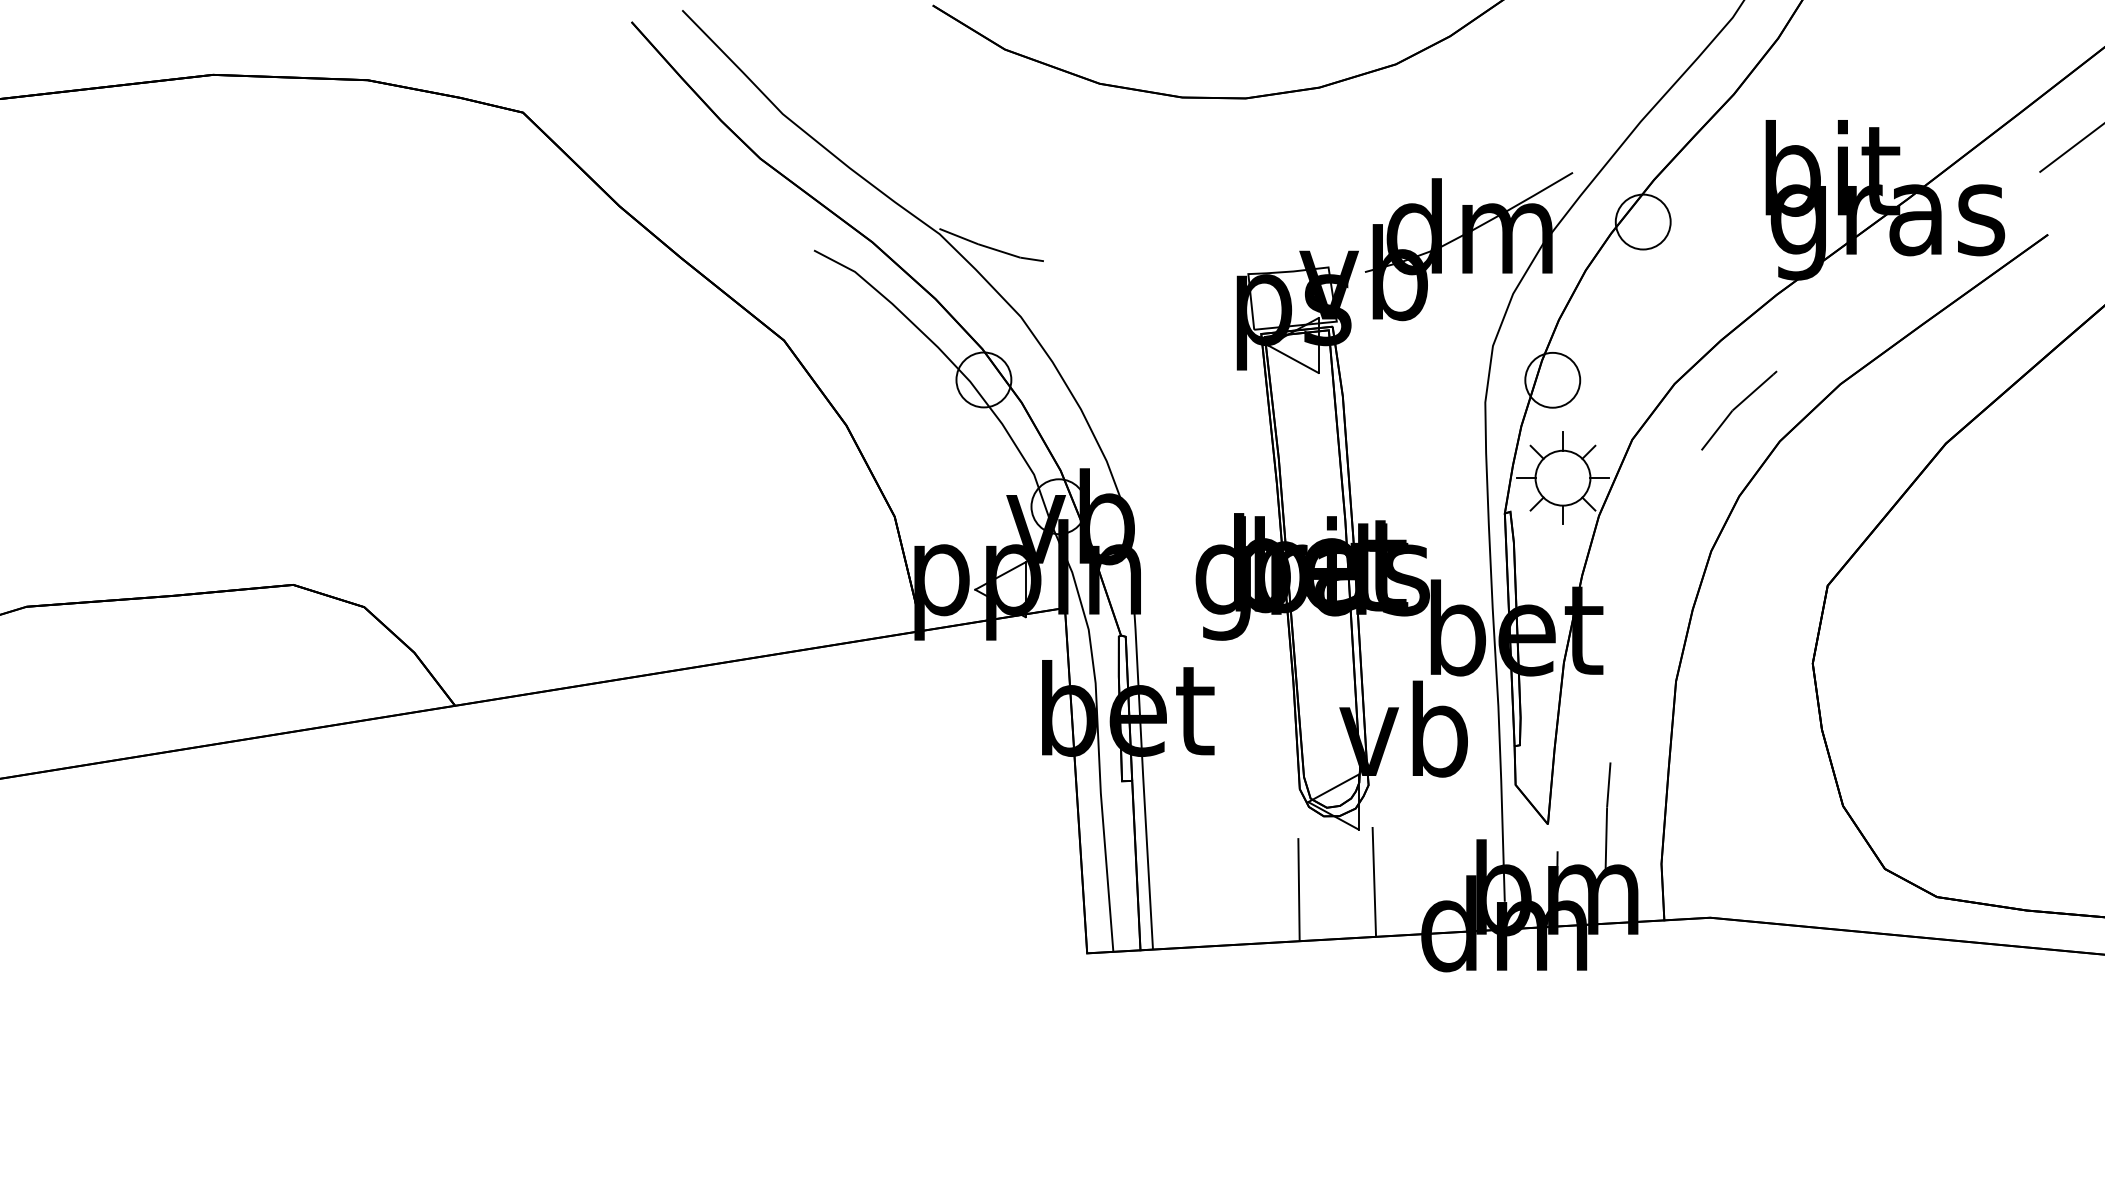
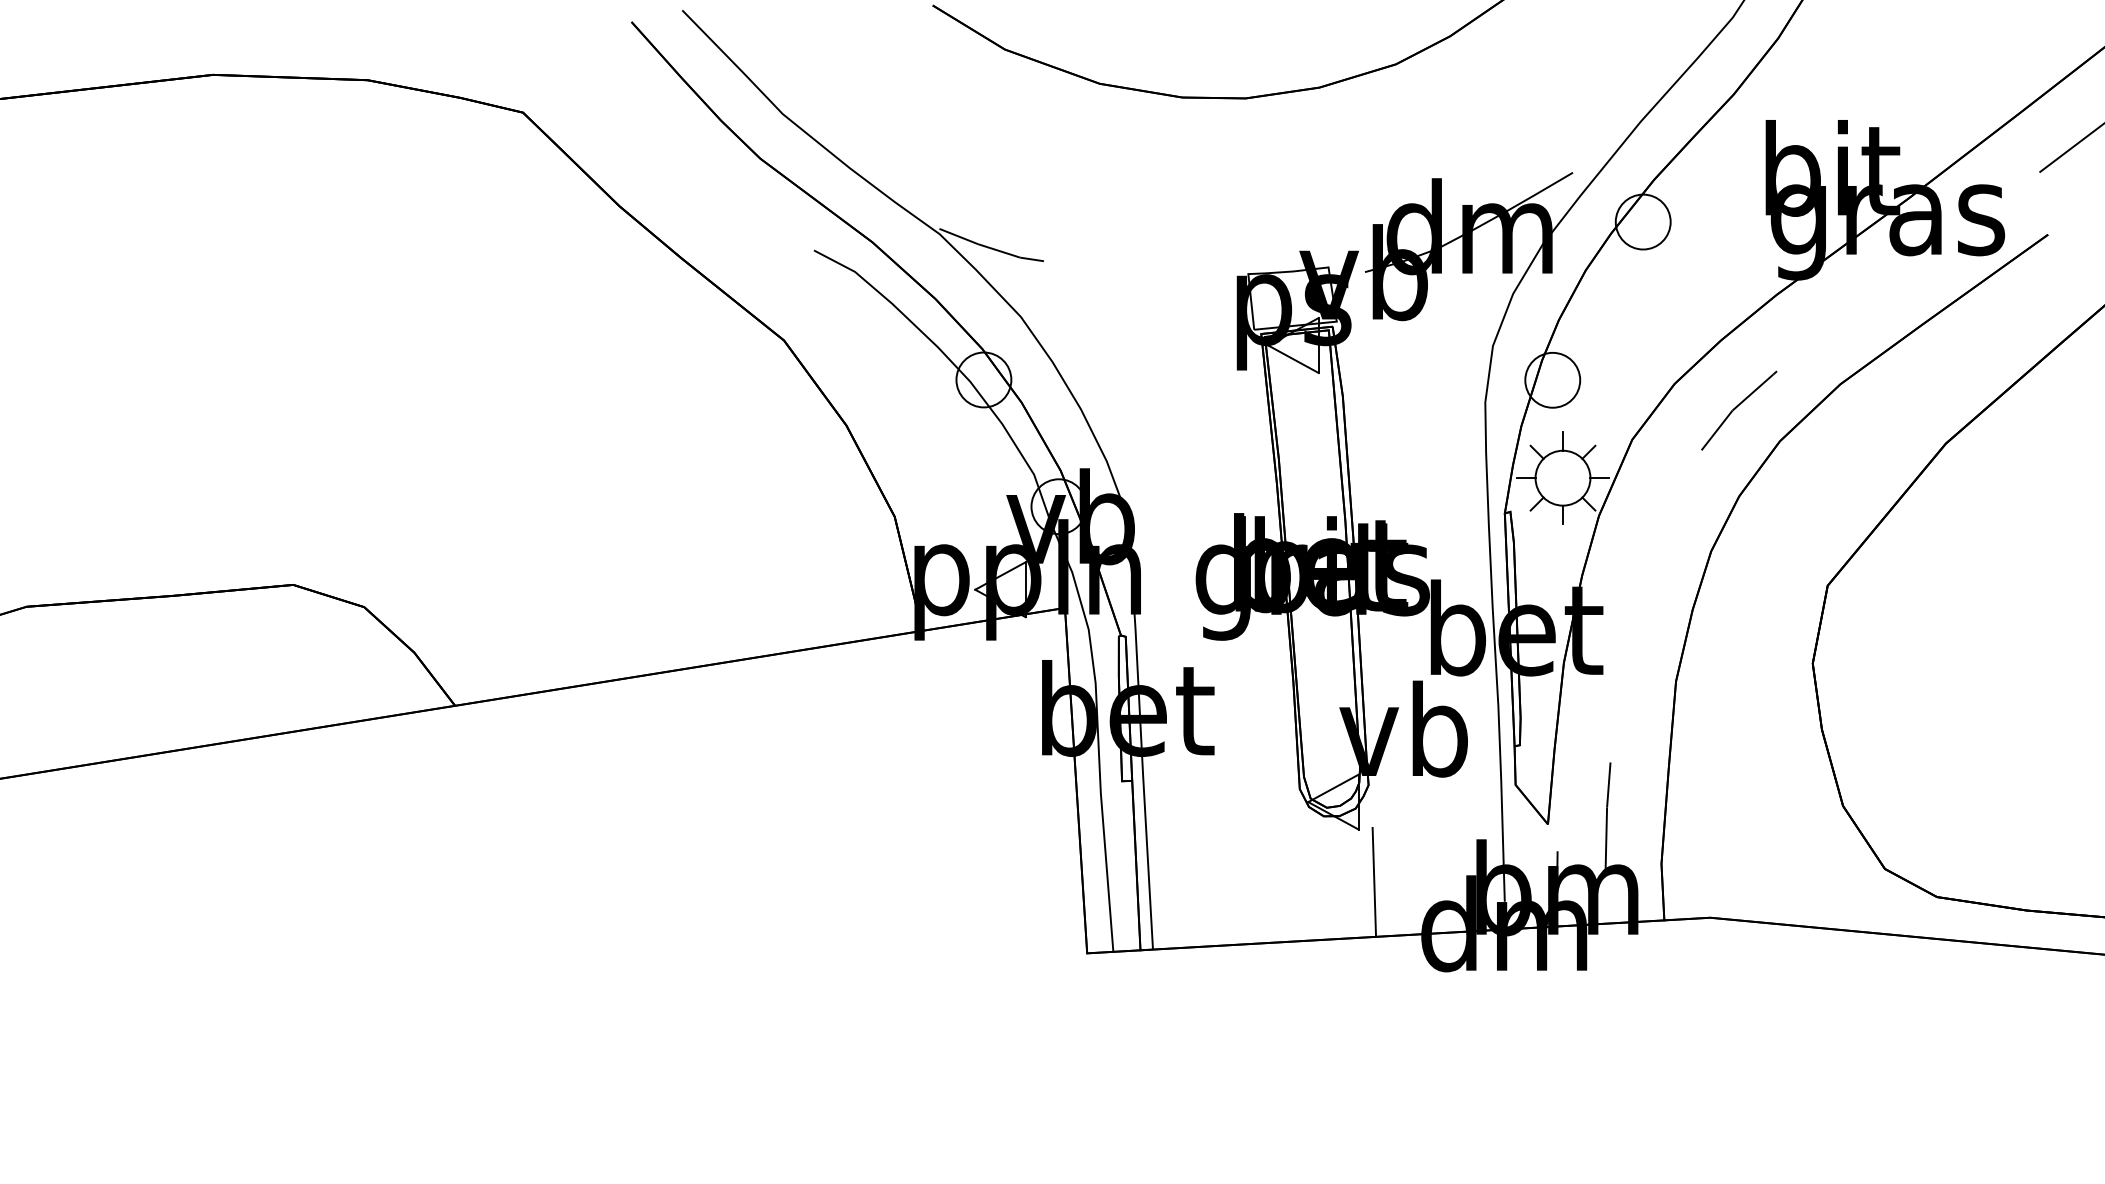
line at (1298, 889): present -> none
